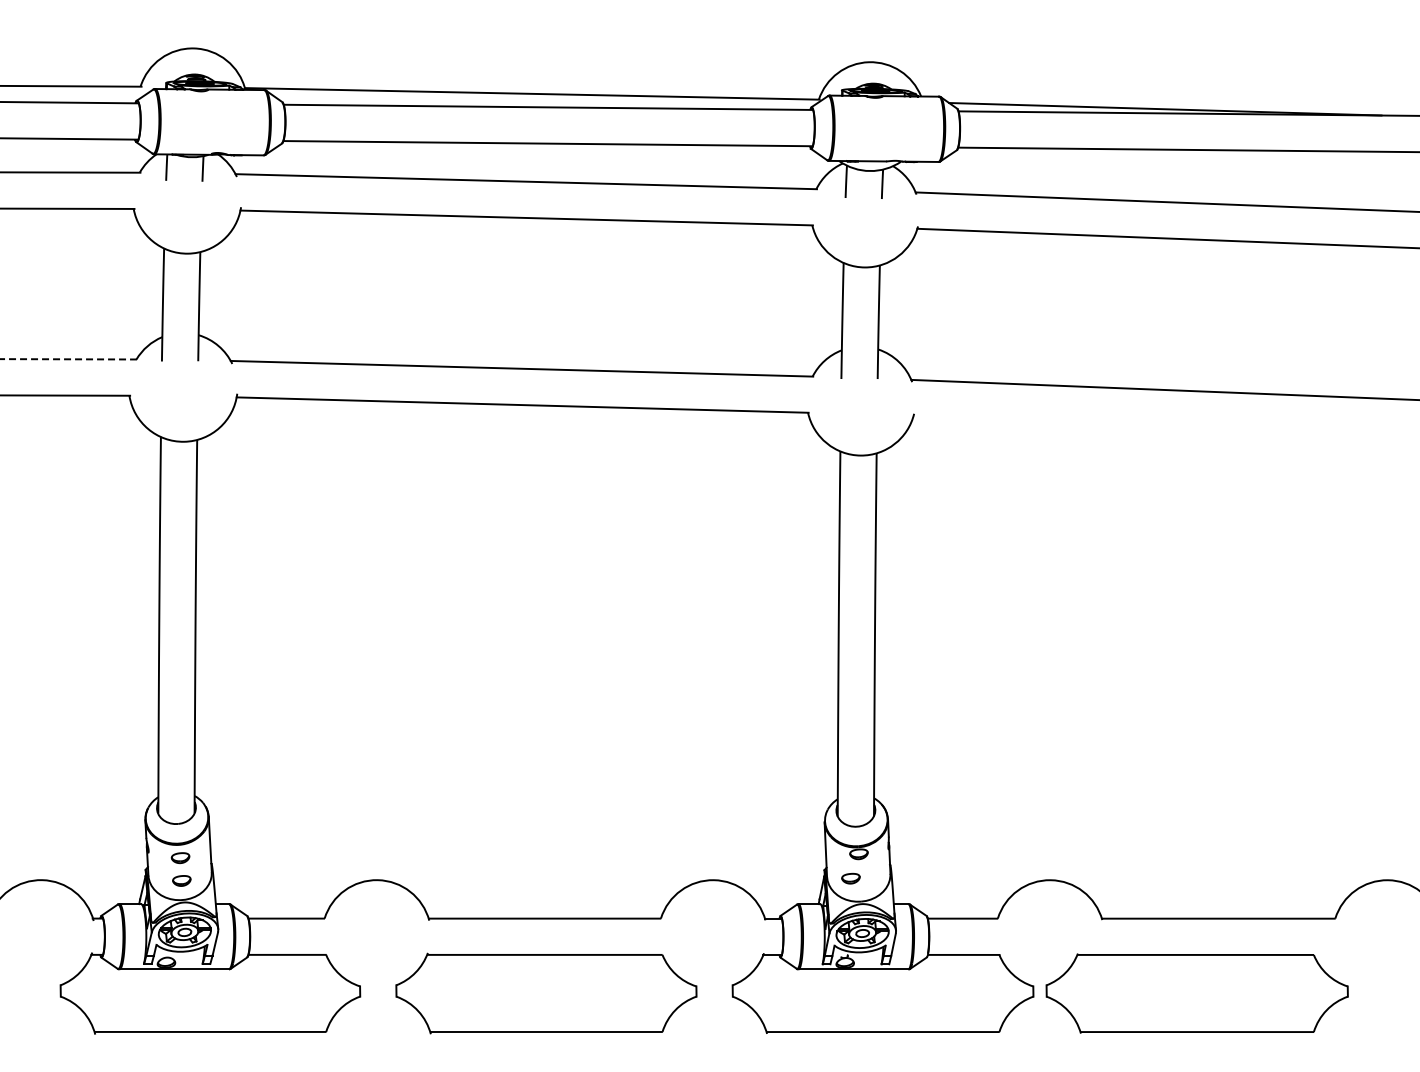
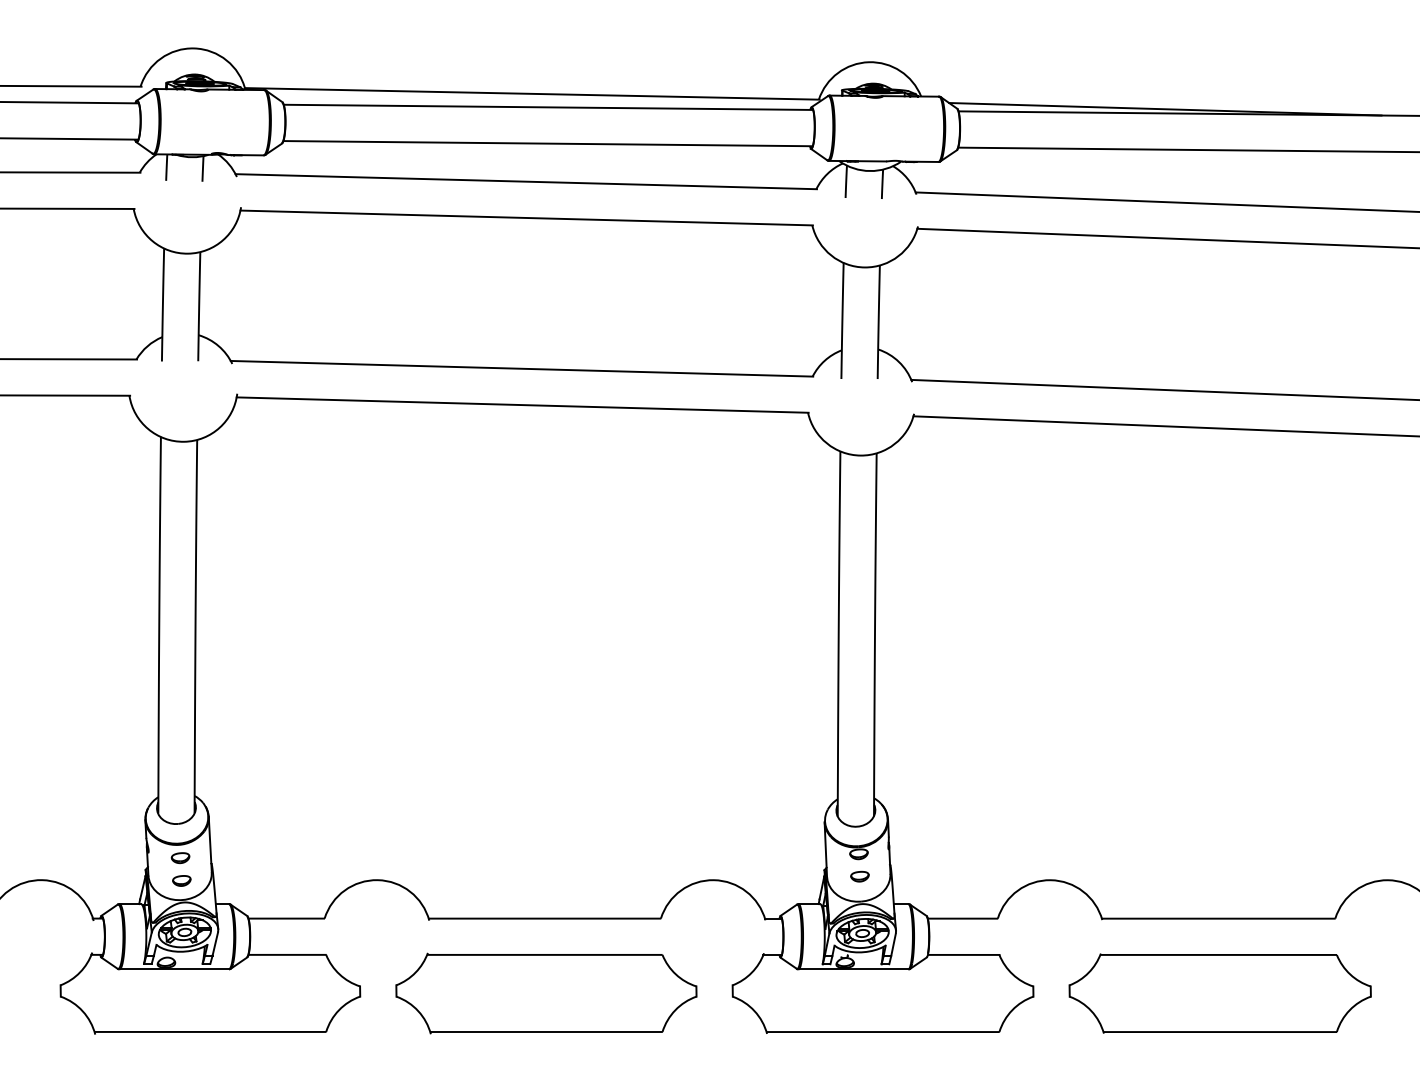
line at (68, 359): dashed -> solid
line at (1164, 426): none -> present
part at (850, 878) position: (850, 878) -> (859, 876)
part at (1196, 993) position: (1196, 993) -> (1219, 993)
